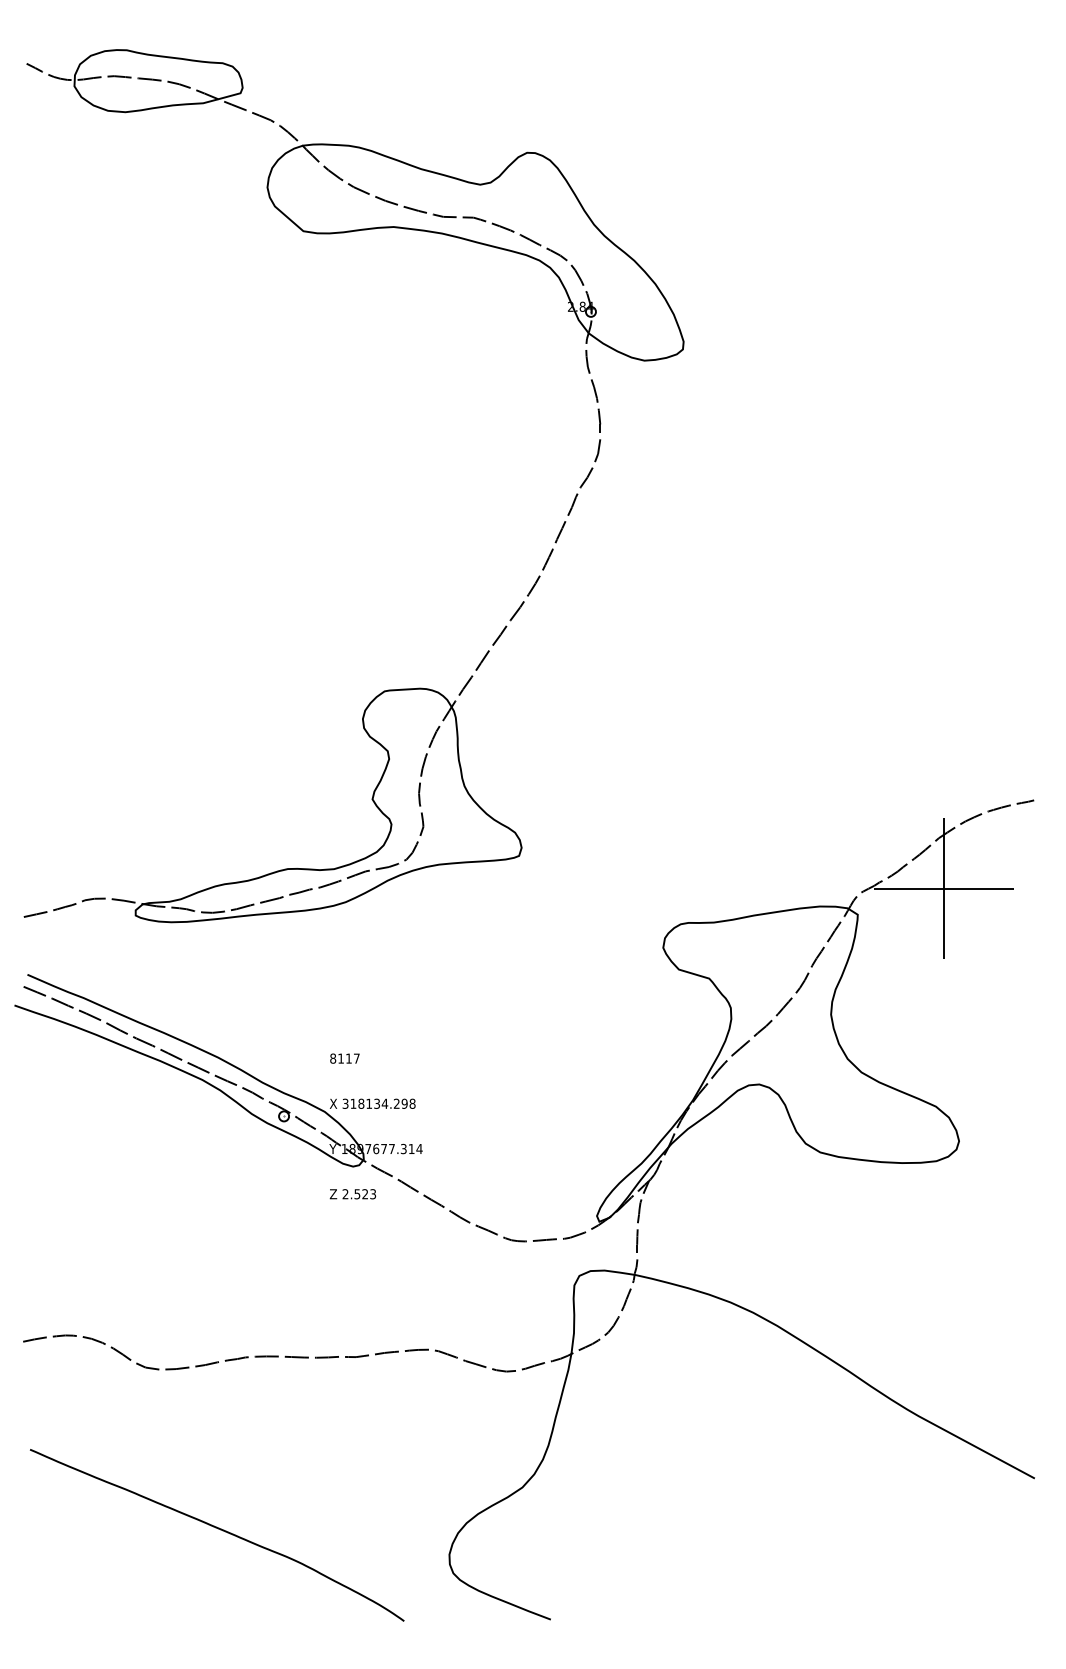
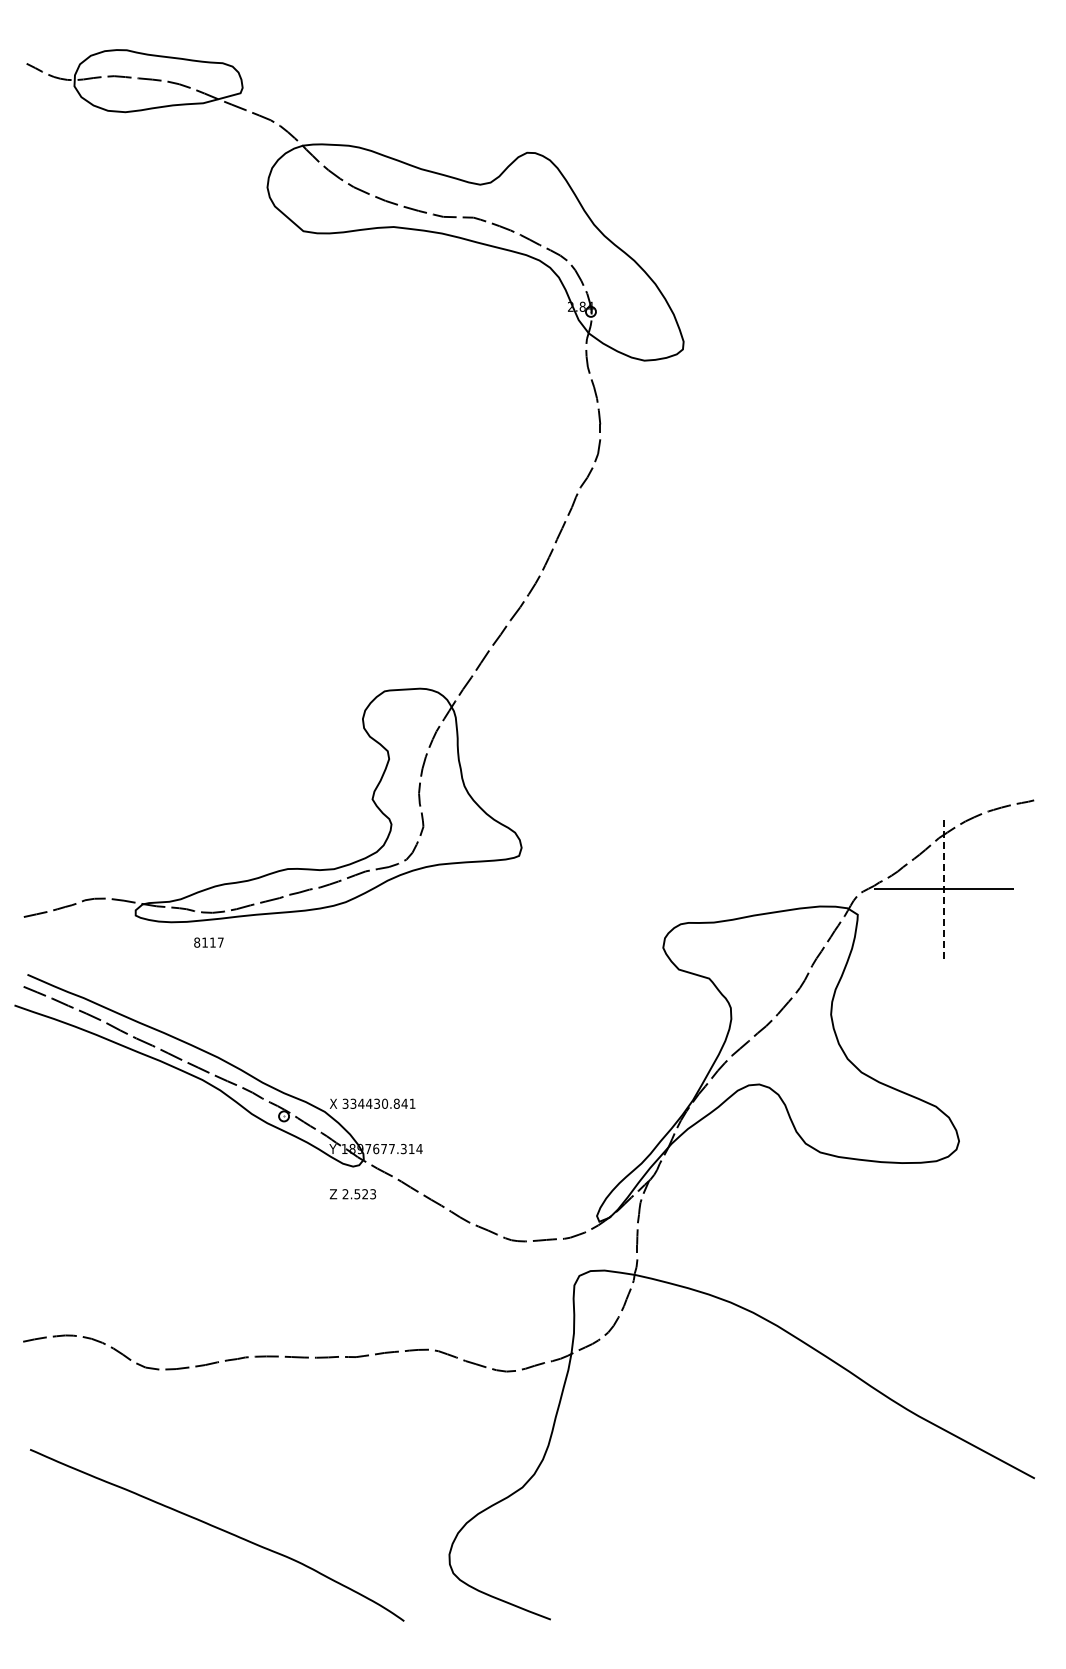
line at (943, 888): solid -> dashed
text at (344, 1058) position: (344, 1058) -> (208, 942)
text at (382, 1103): 318134.298 -> 334430.841
